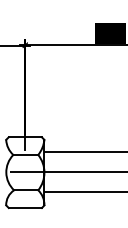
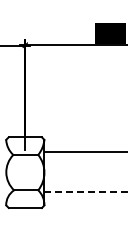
line at (63, 171): present -> none
line at (86, 191): solid -> dashed
